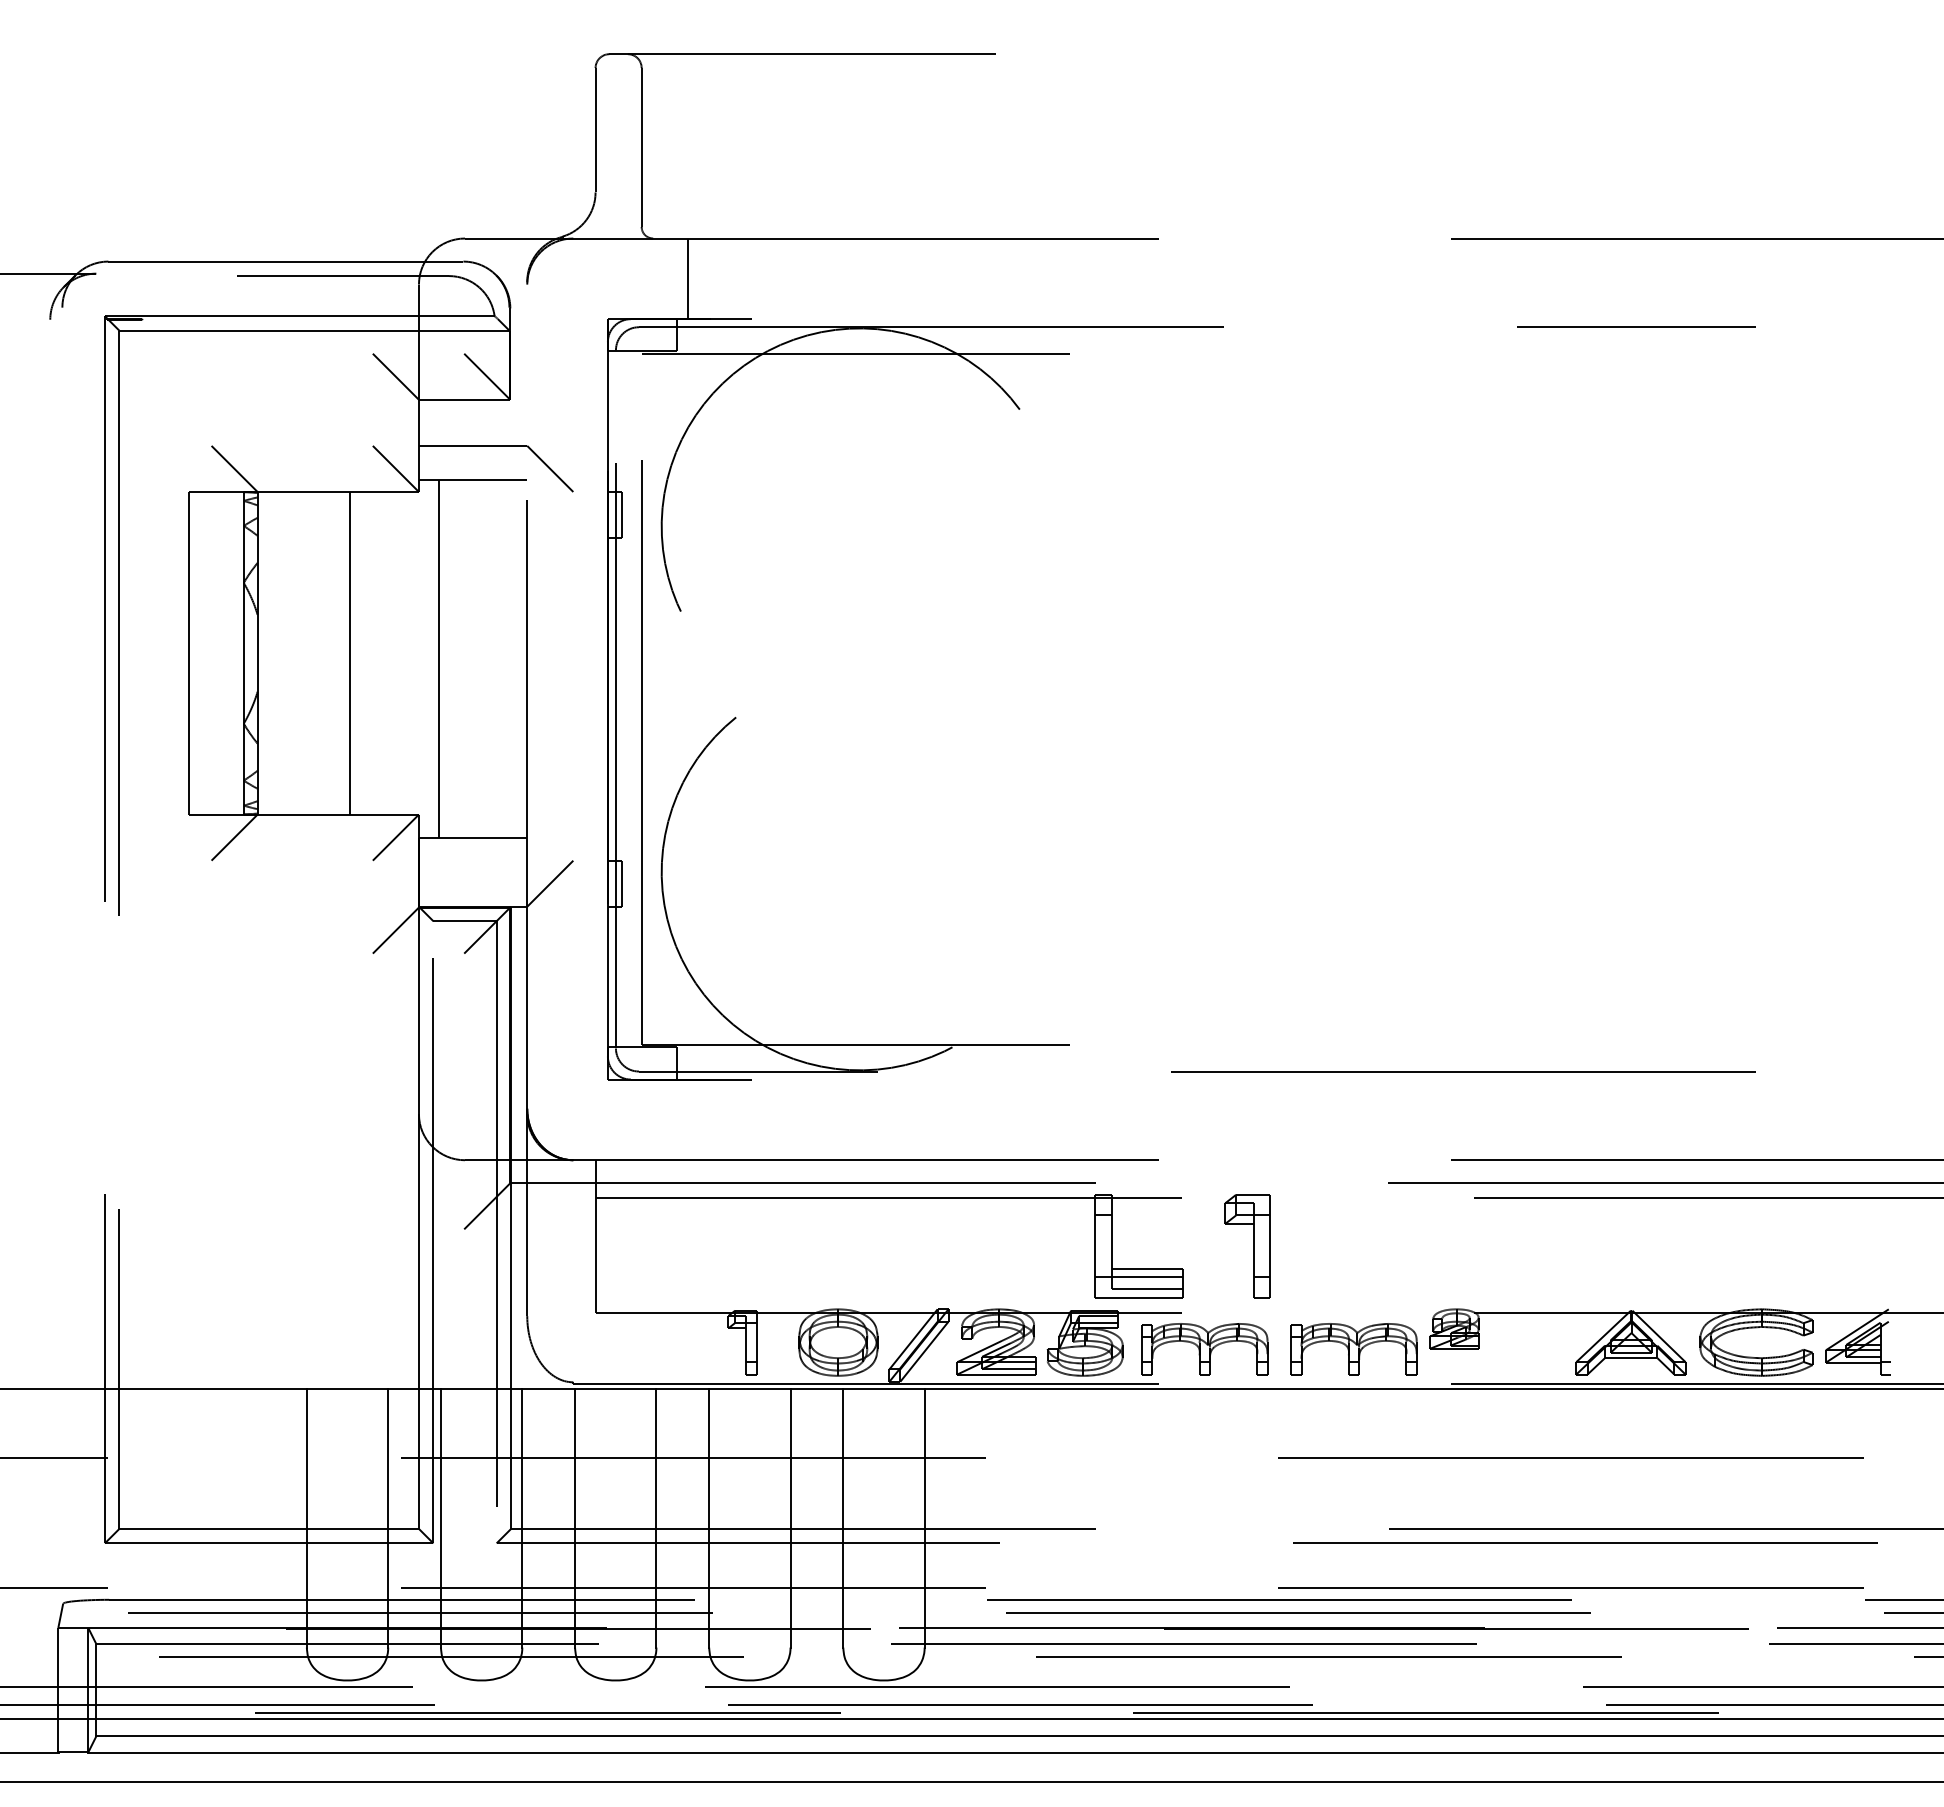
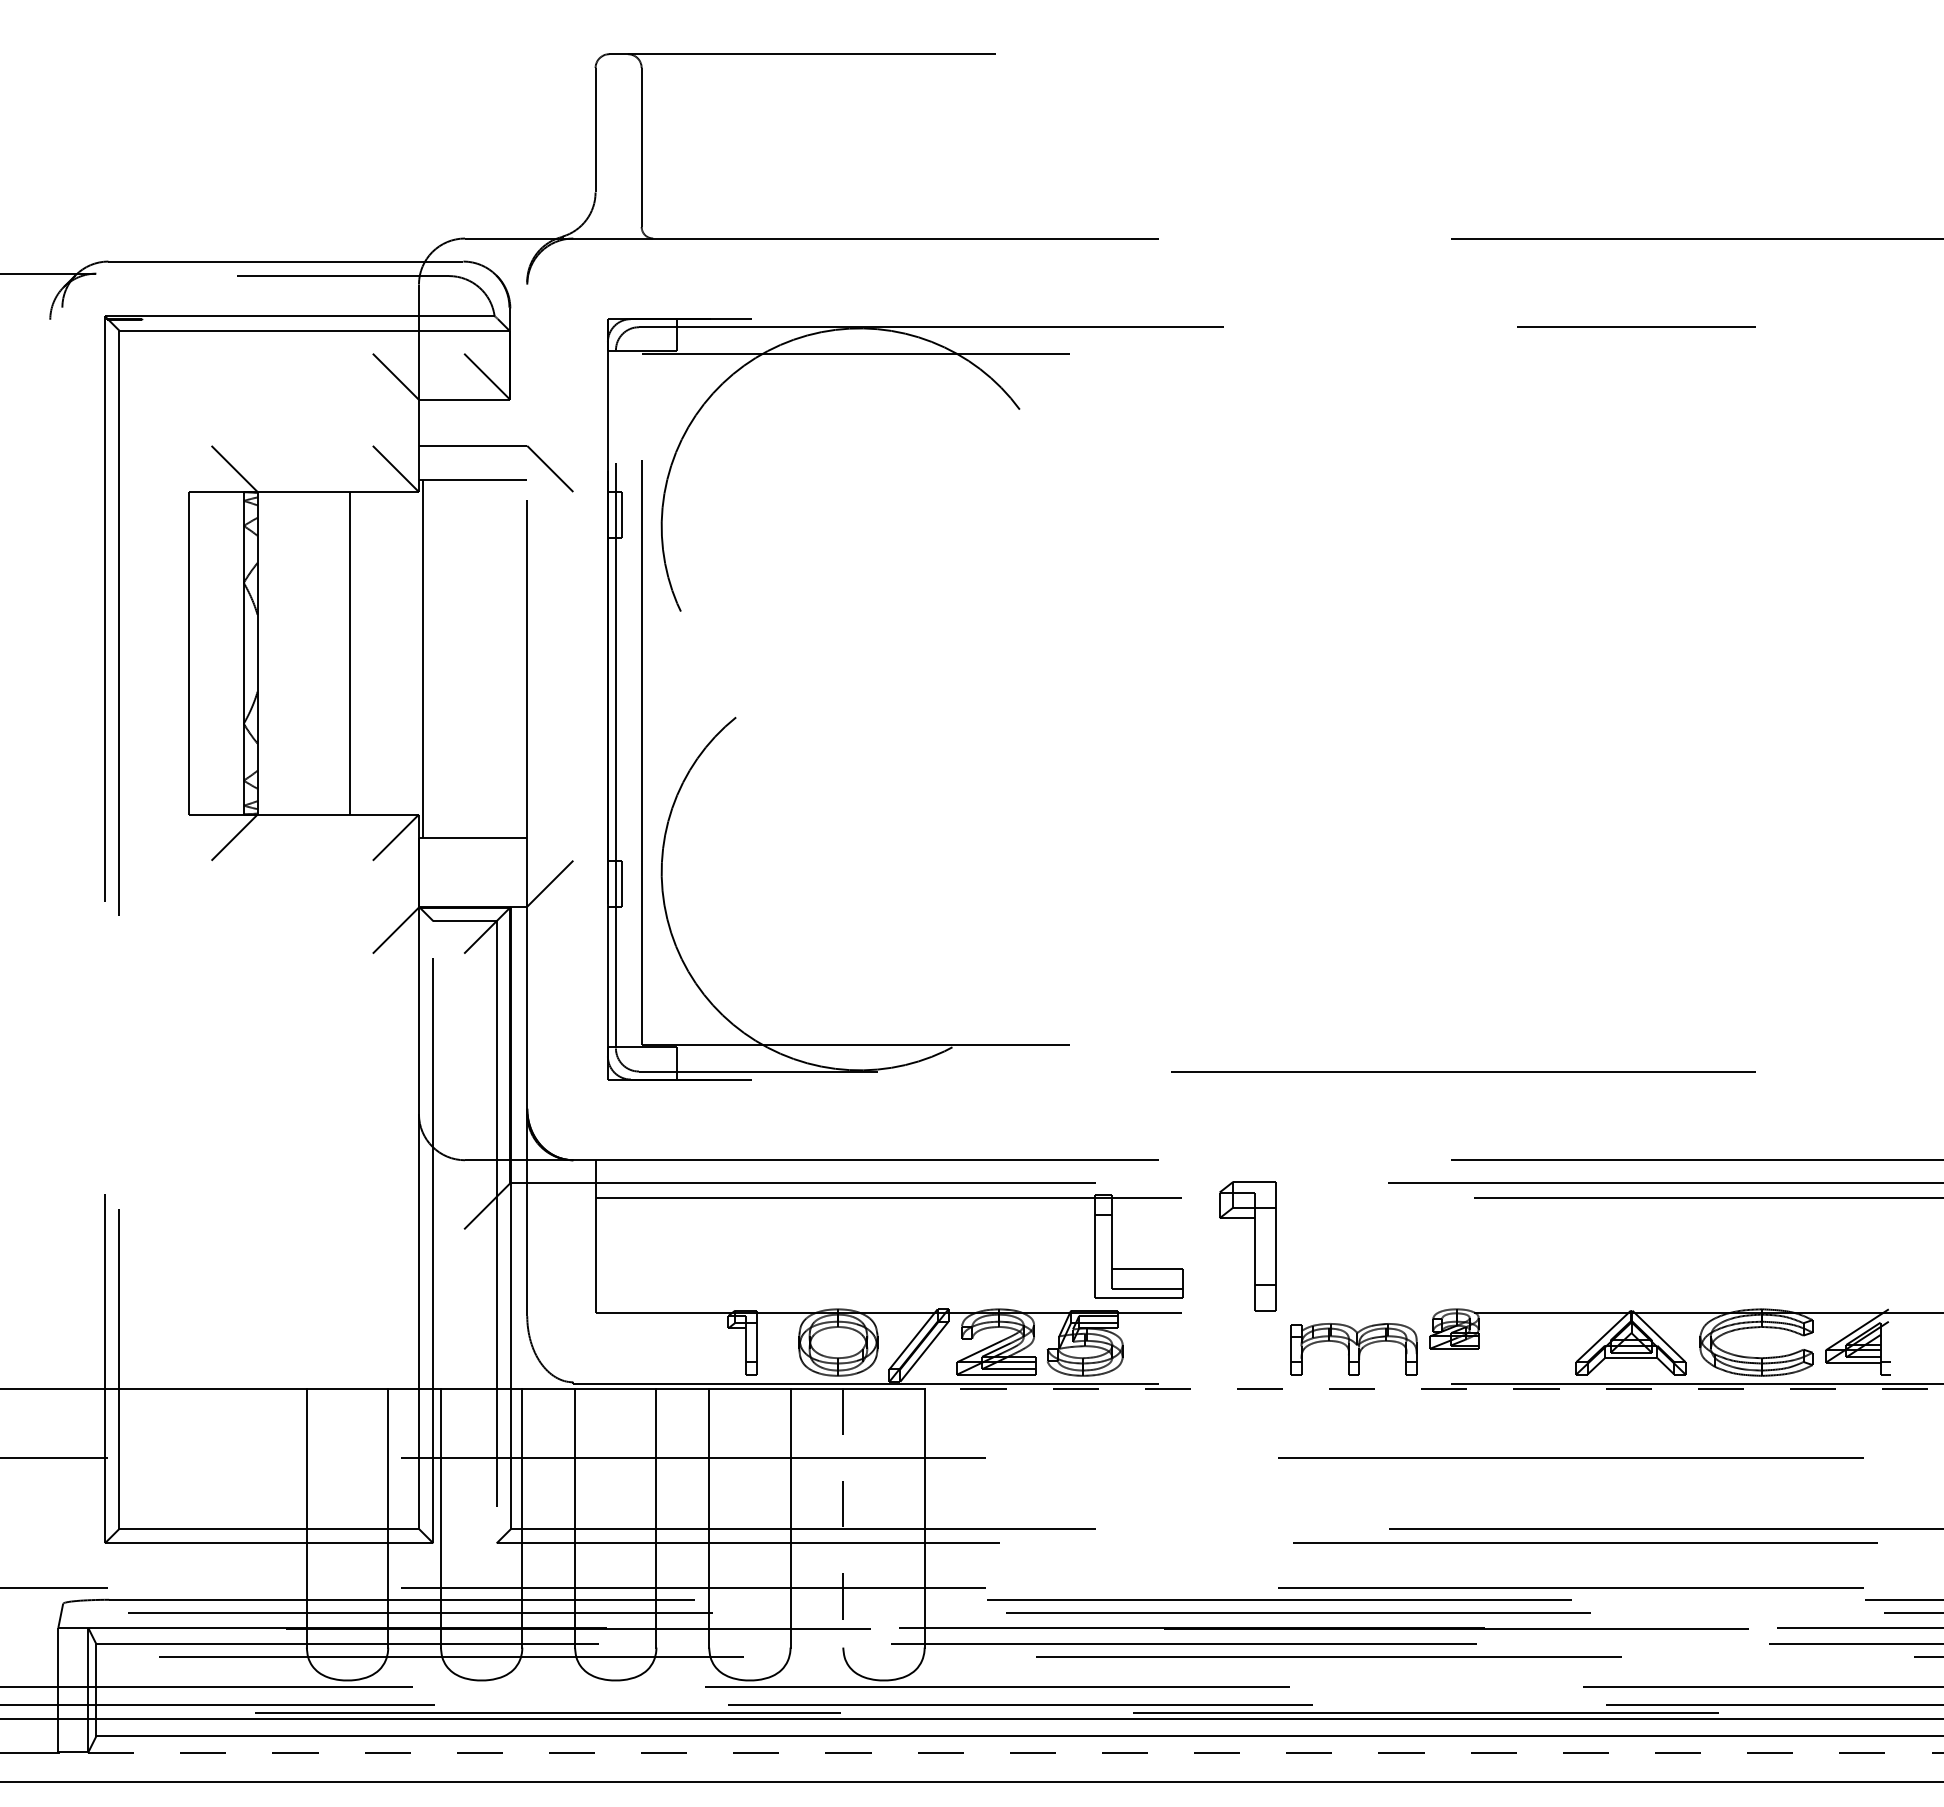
line at (687, 278): present -> none
line at (438, 658) position: (438, 658) -> (422, 658)
part at (1247, 1246) size: 47x105 px -> 58x131 px
line at (1138, 1277): present -> none
part at (1204, 1349): present -> none
line at (1433, 1389): solid -> dashed
line at (843, 1518): solid -> dashed
line at (1015, 1752): solid -> dashed
